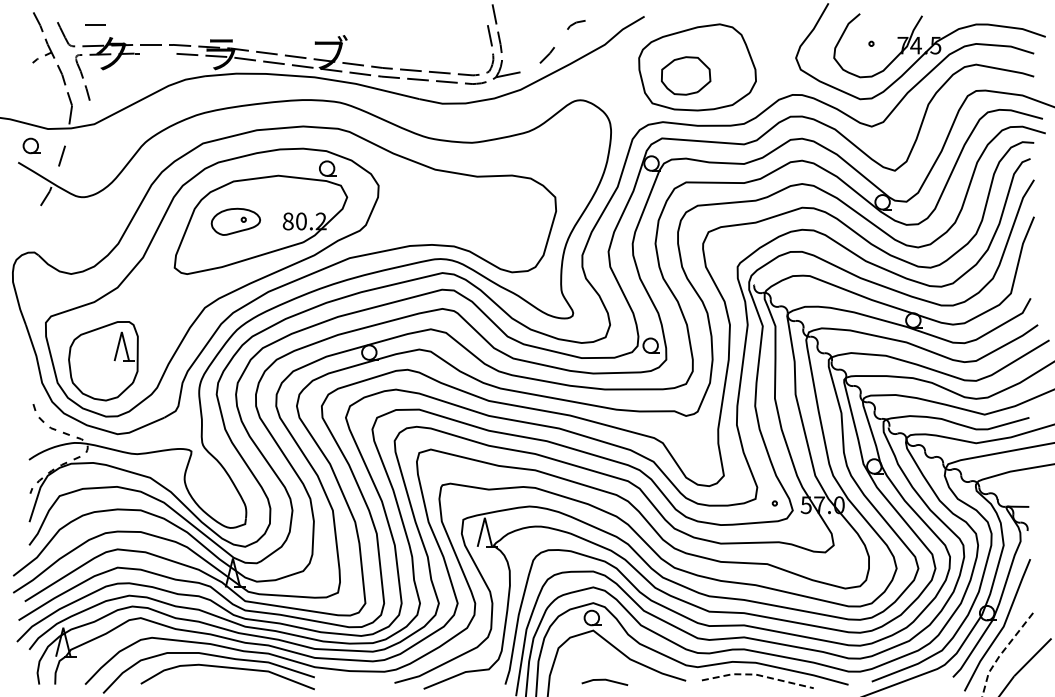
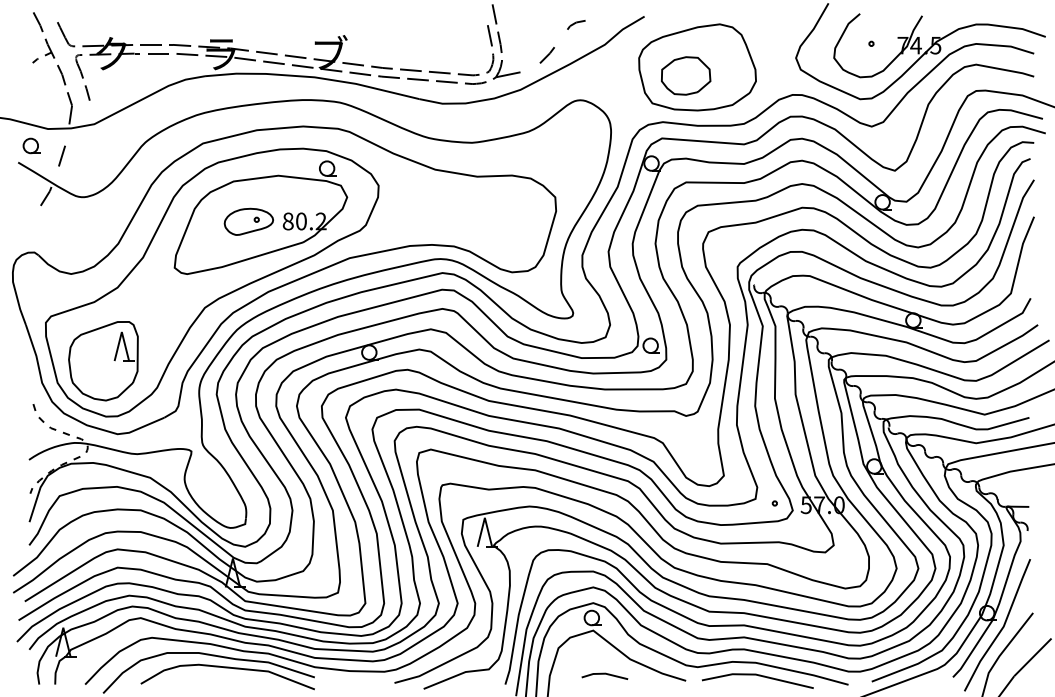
line at (95, 24) position: (95, 24) -> (158, 53)
part at (235, 221) position: (235, 221) -> (248, 221)
line at (1001, 653): dashed -> solid
line at (756, 674): dashed -> solid
line at (604, 680) position: (604, 680) -> (604, 674)
